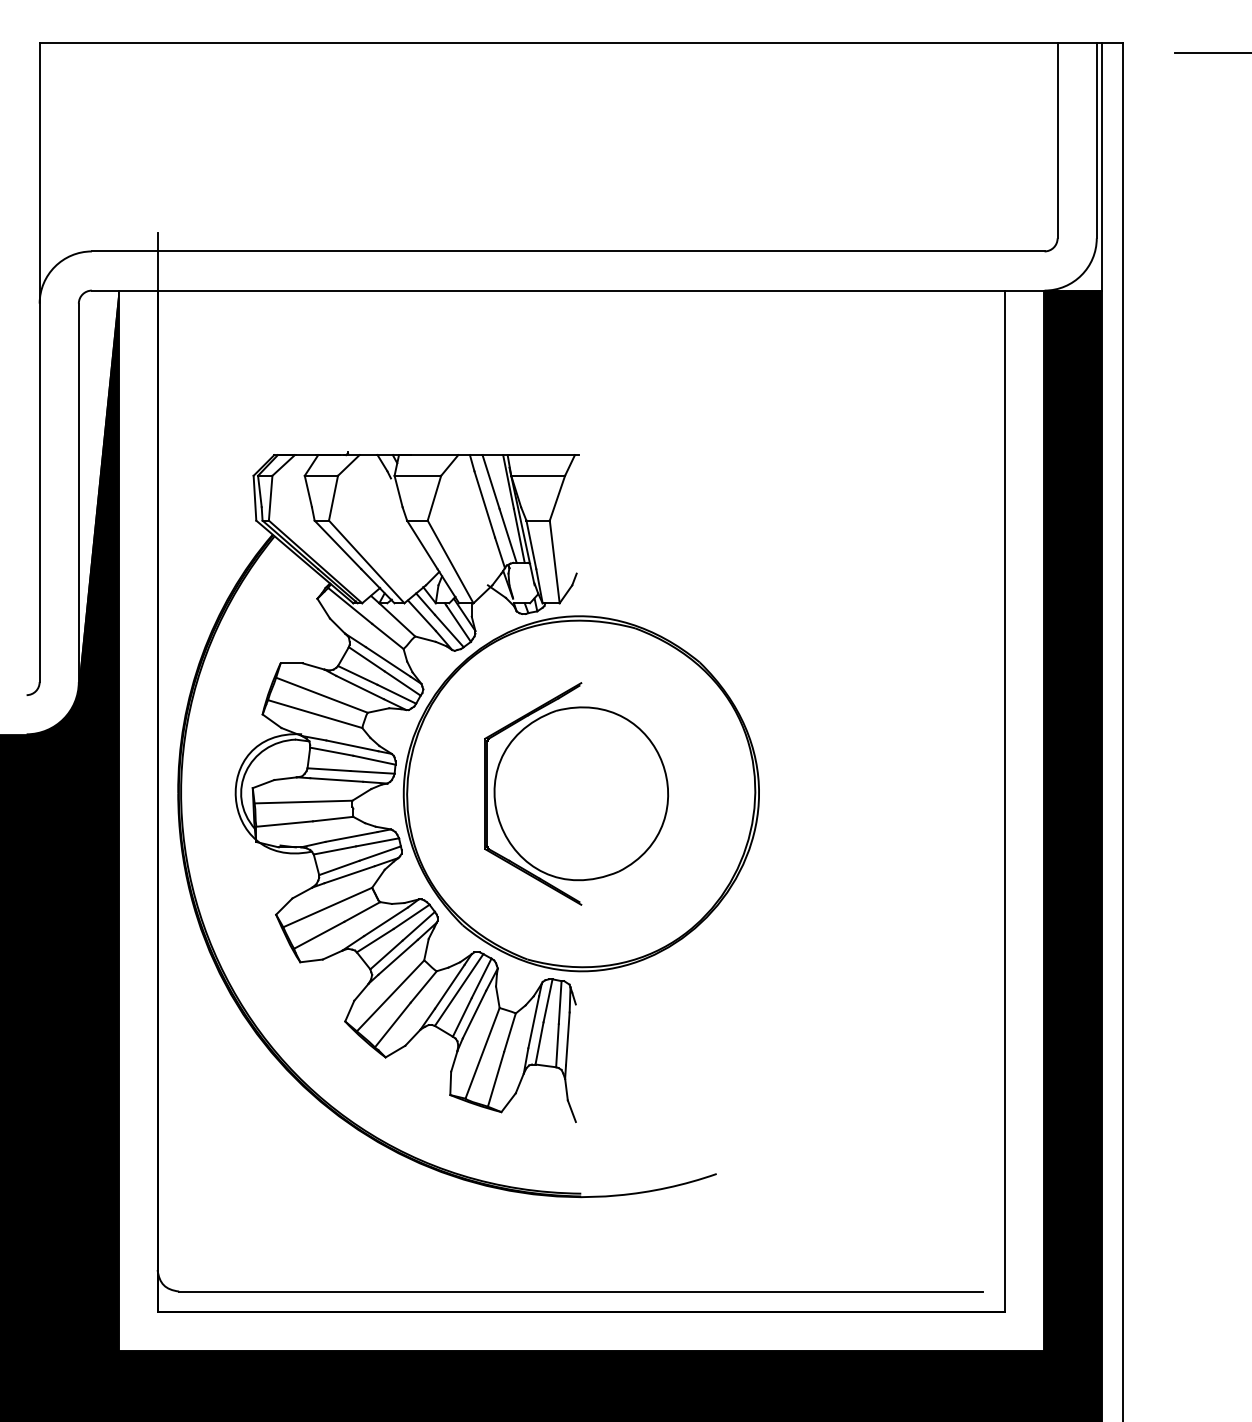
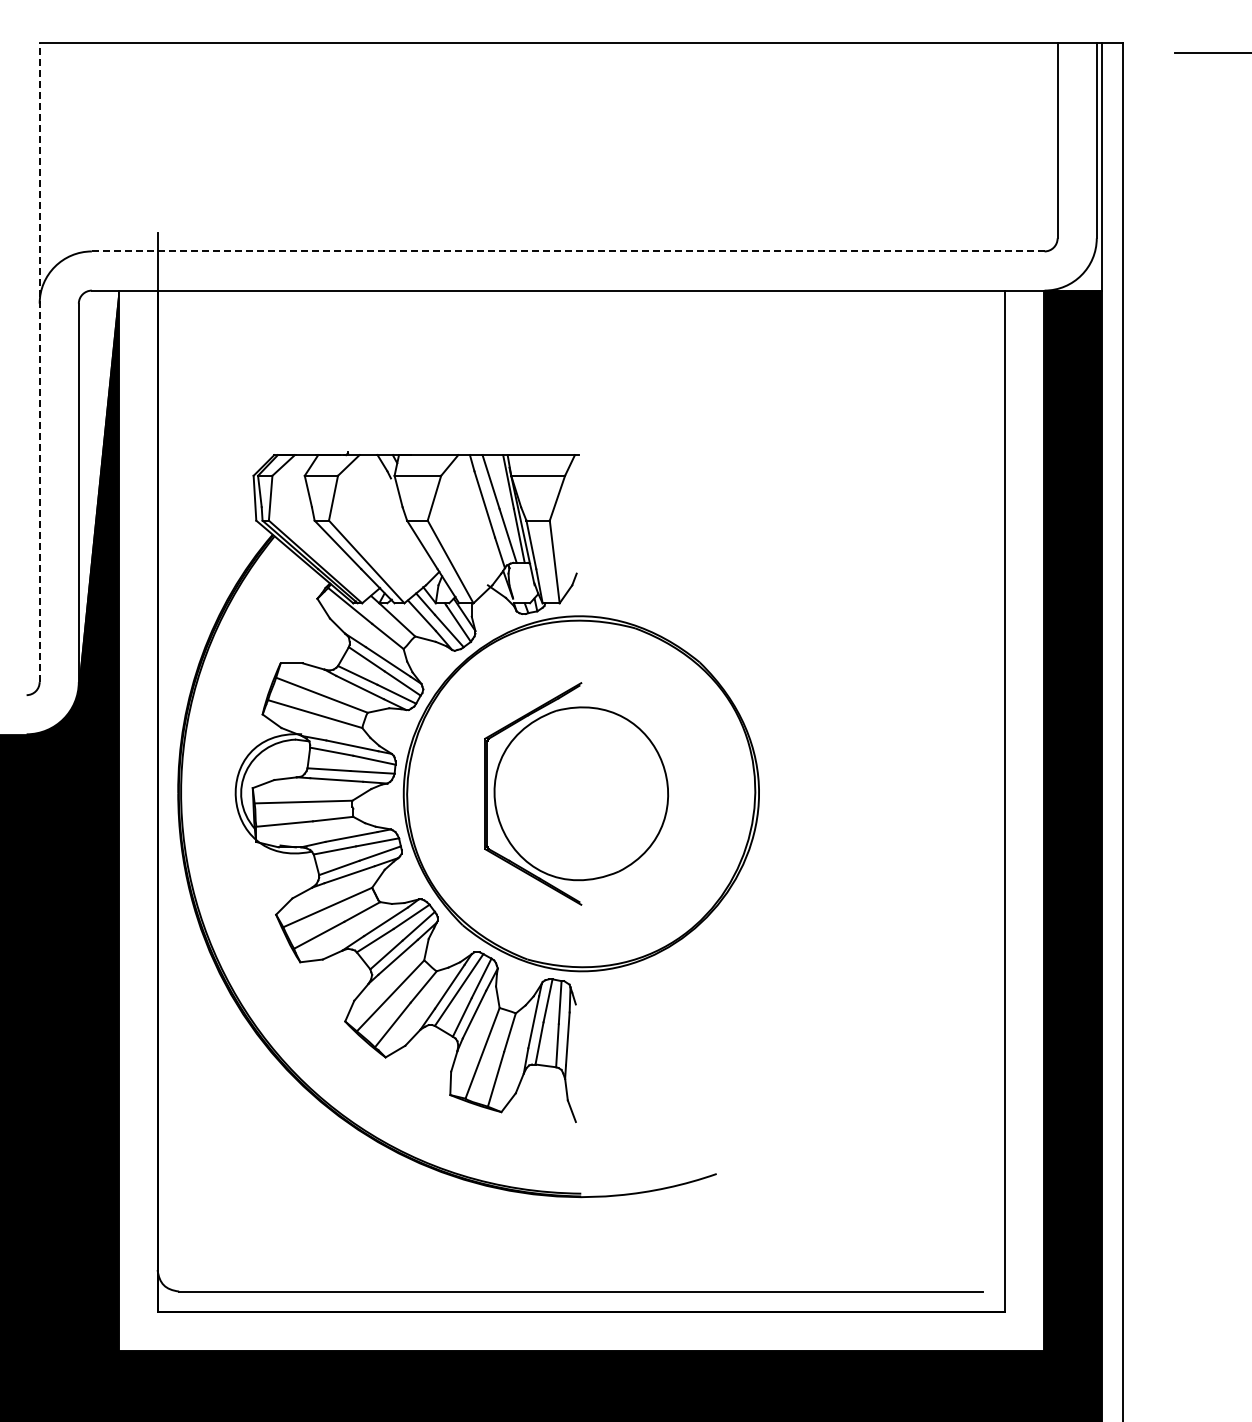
line at (568, 251): solid -> dashed
line at (39, 362): solid -> dashed
